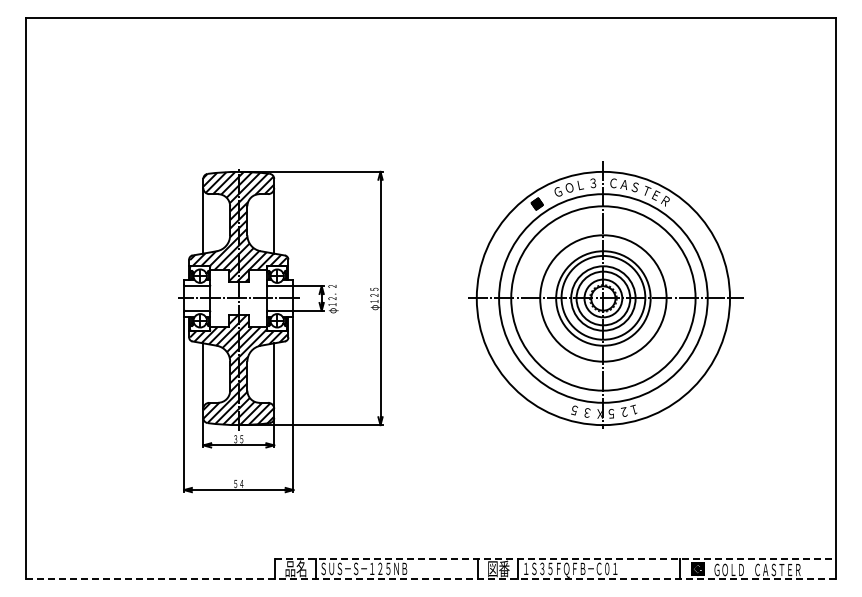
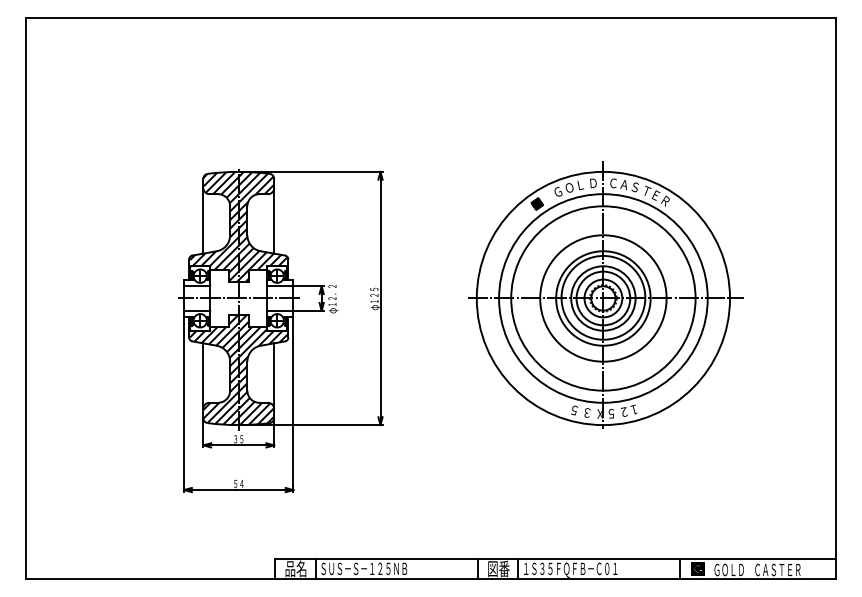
text at (593, 183): ３ -> Ｄ
line at (555, 558): dashed -> solid
line at (431, 579): dashed -> solid
